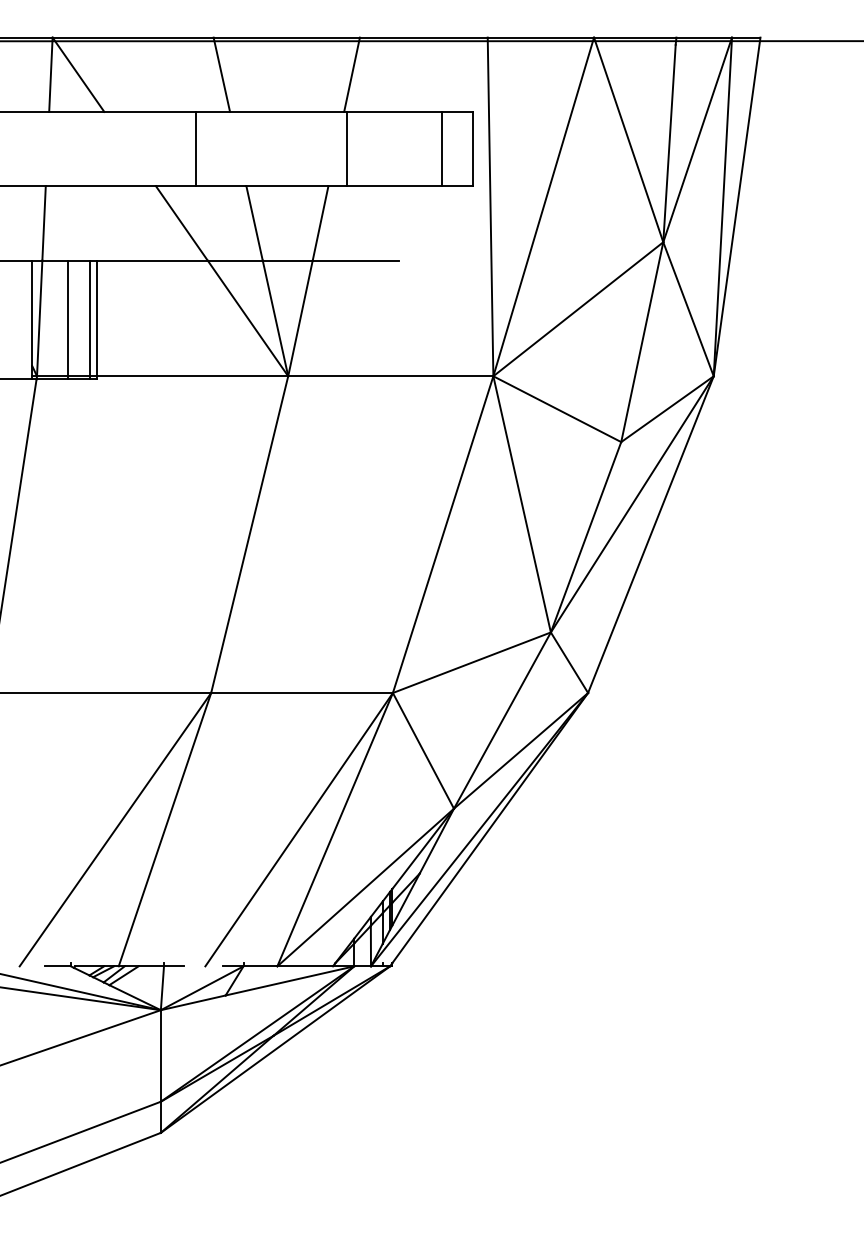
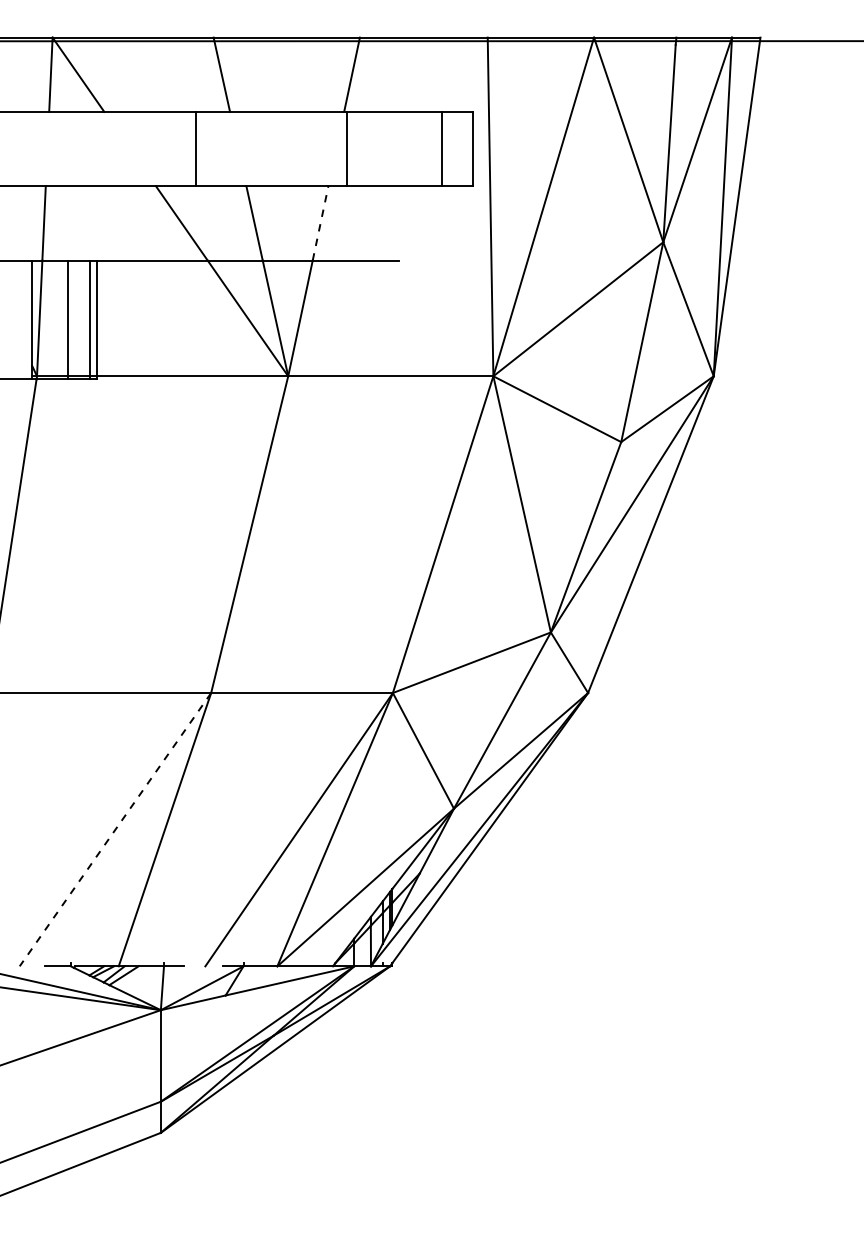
line at (320, 223): solid -> dashed
line at (115, 829): solid -> dashed
